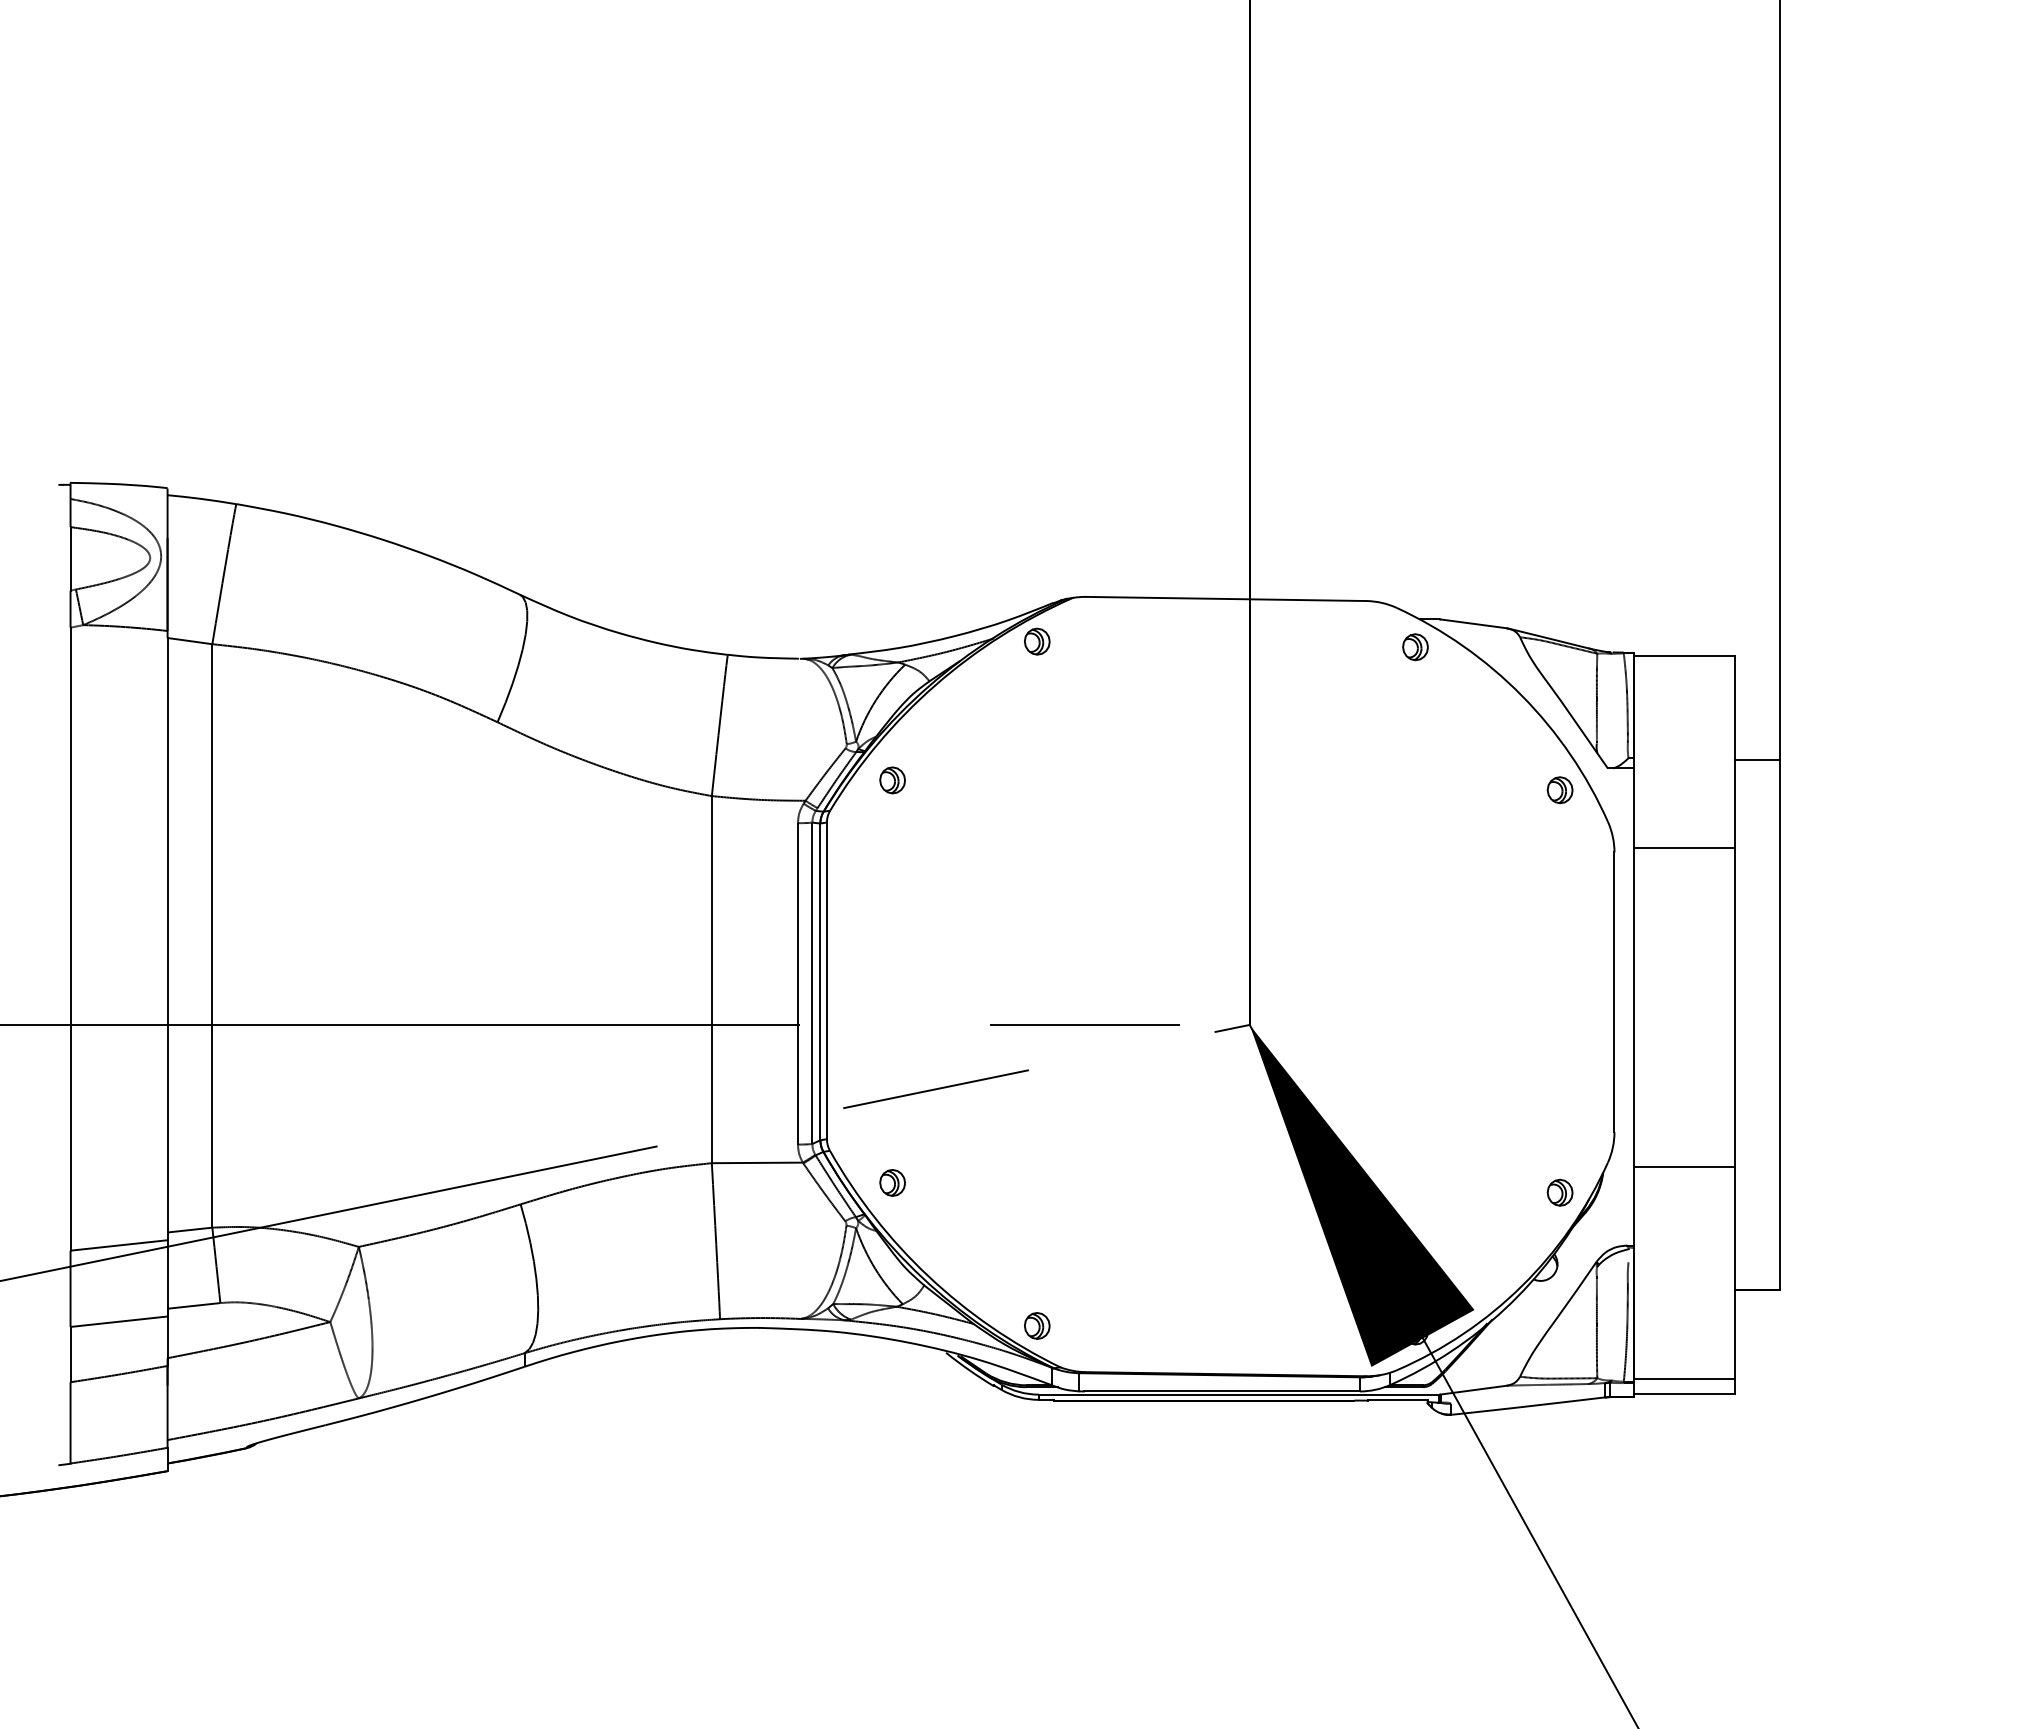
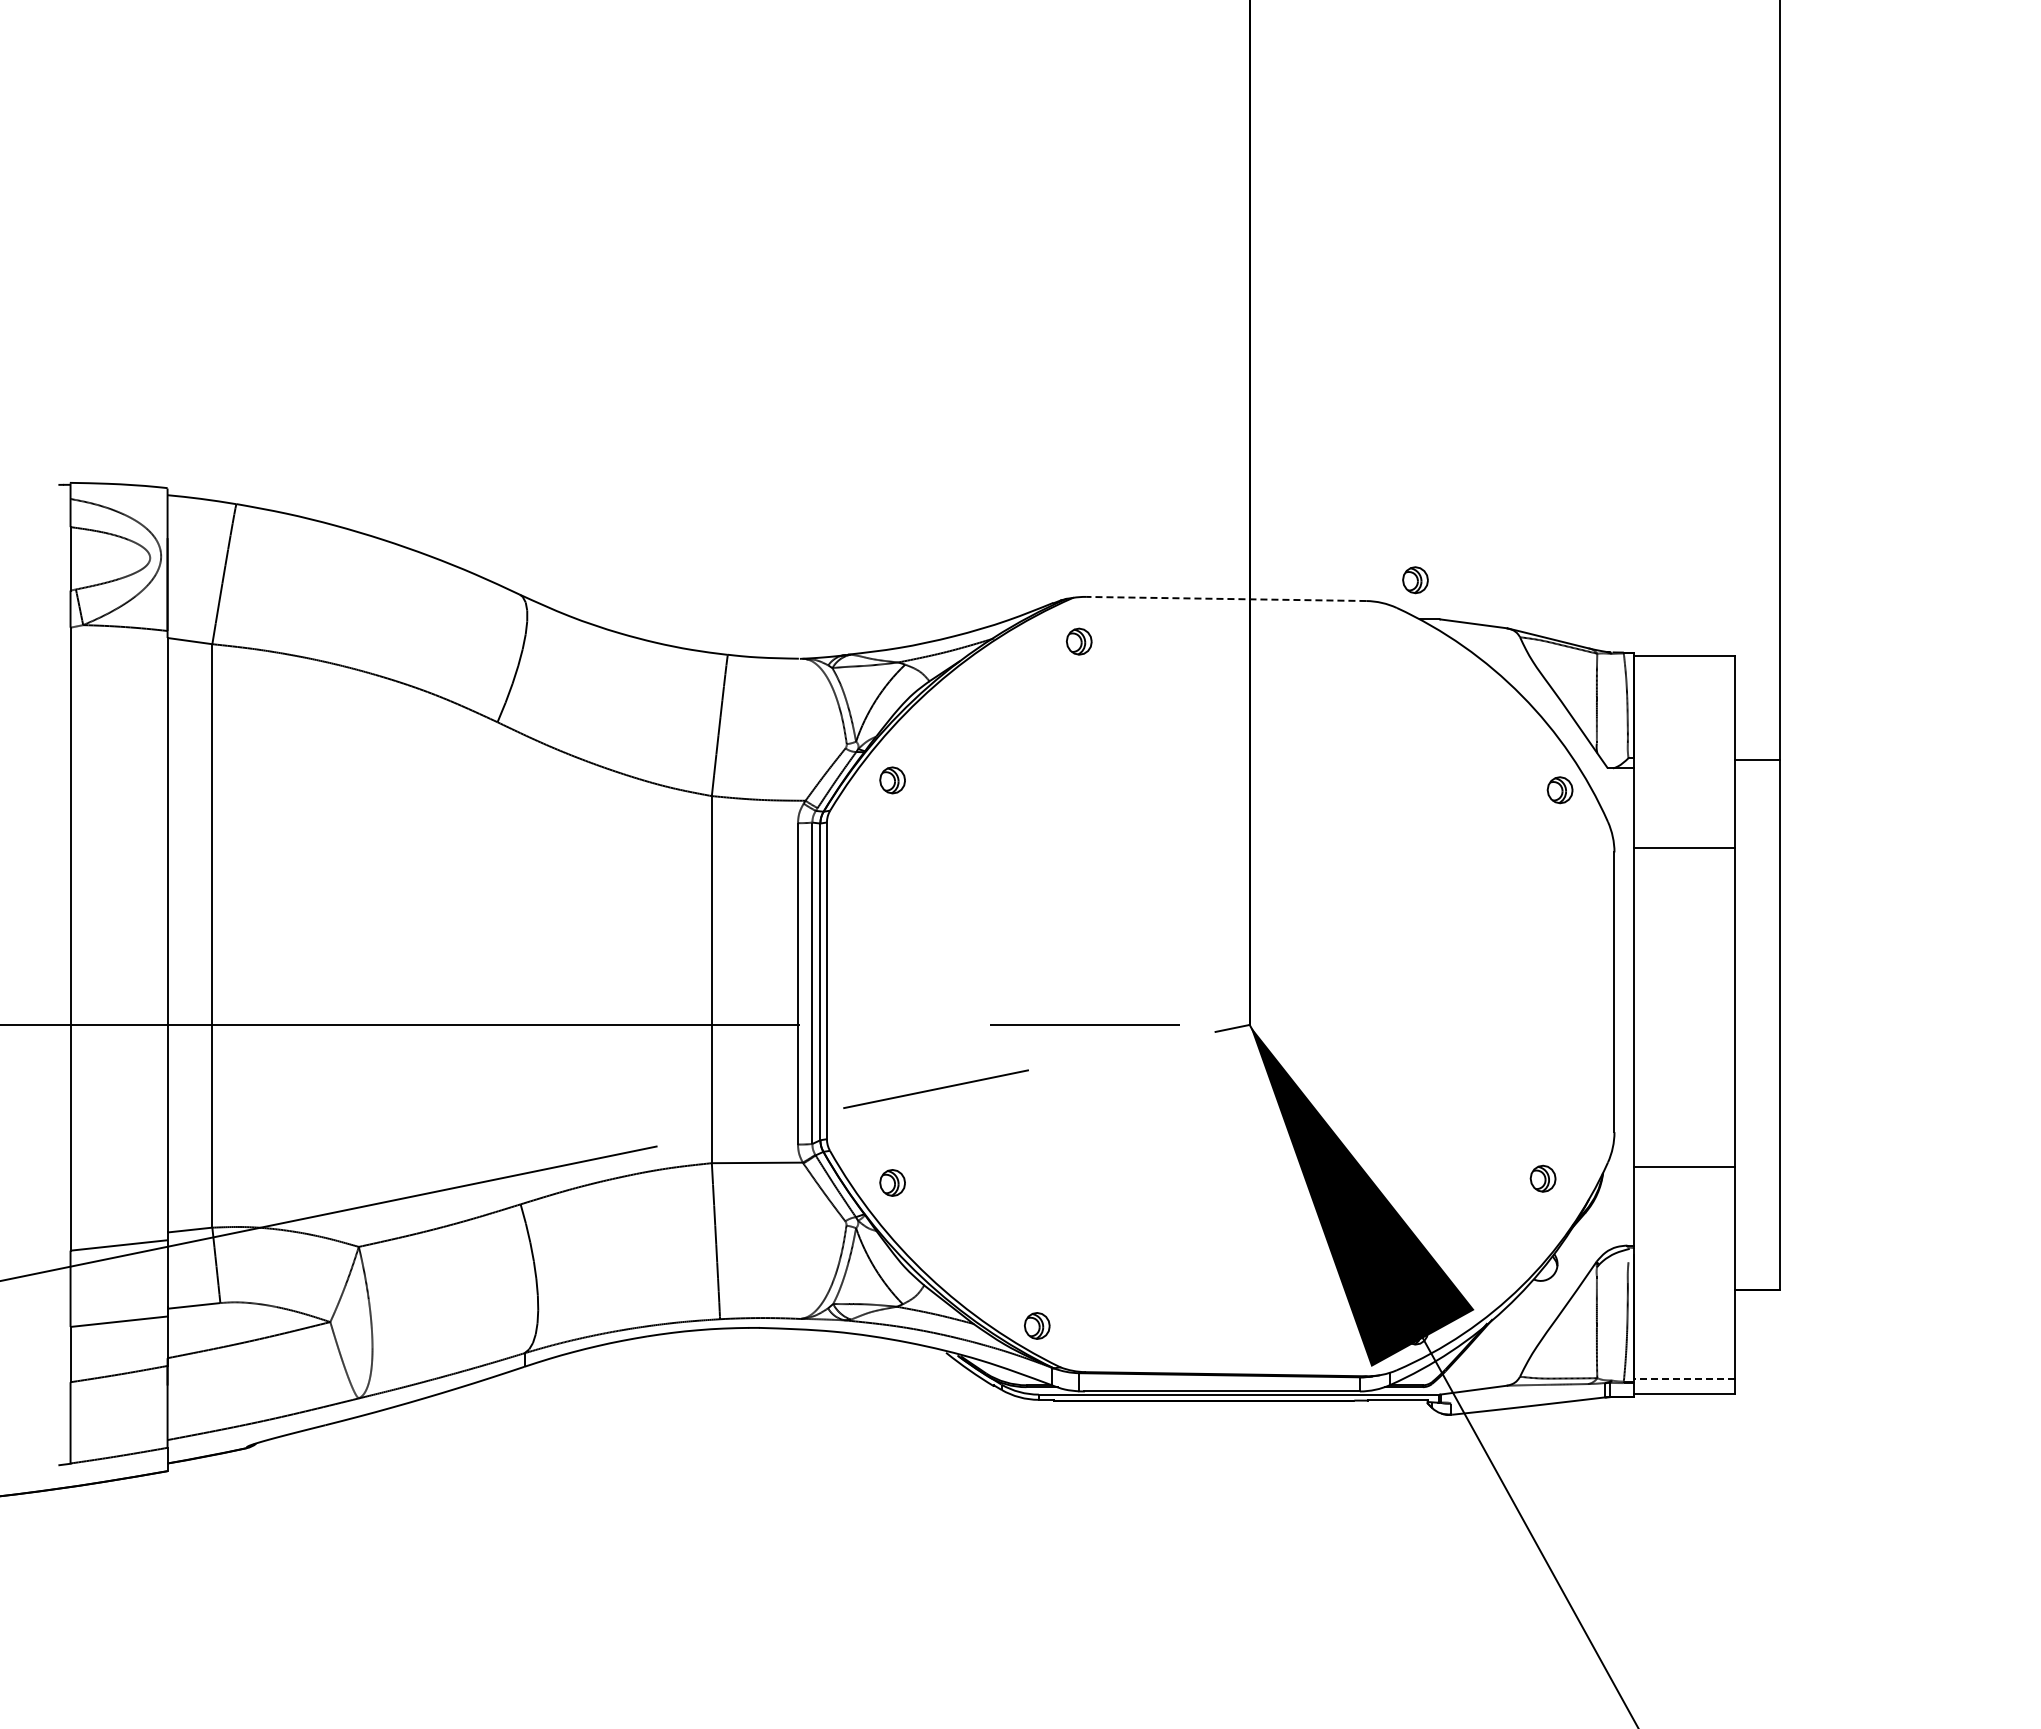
line at (1225, 598): solid -> dashed
part at (1036, 641) position: (1036, 641) -> (1078, 641)
part at (1415, 647) position: (1415, 647) -> (1415, 580)
part at (1559, 1192) position: (1559, 1192) -> (1542, 1178)
line at (1683, 1378): solid -> dashed
